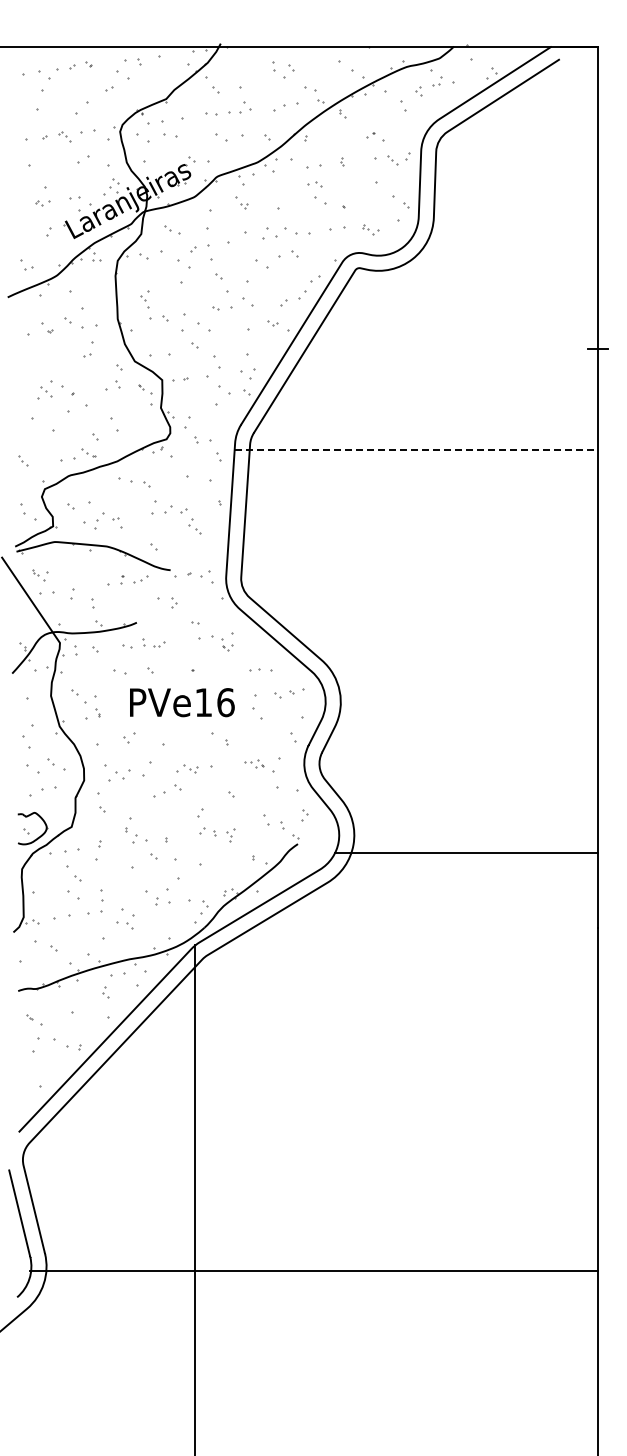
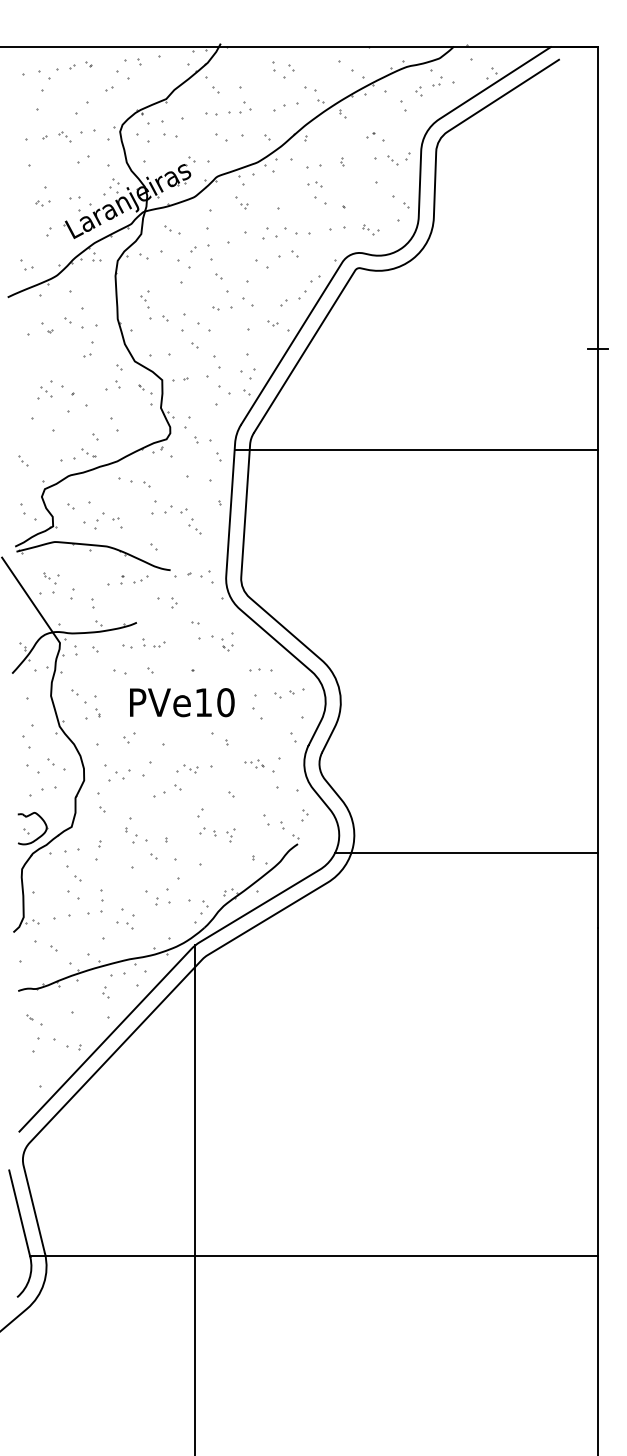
line at (416, 449): dashed -> solid
part at (40, 575) position: (40, 575) -> (51, 578)
text at (225, 702): PVe16 -> PVe10
line at (313, 1270) position: (313, 1270) -> (313, 1255)
